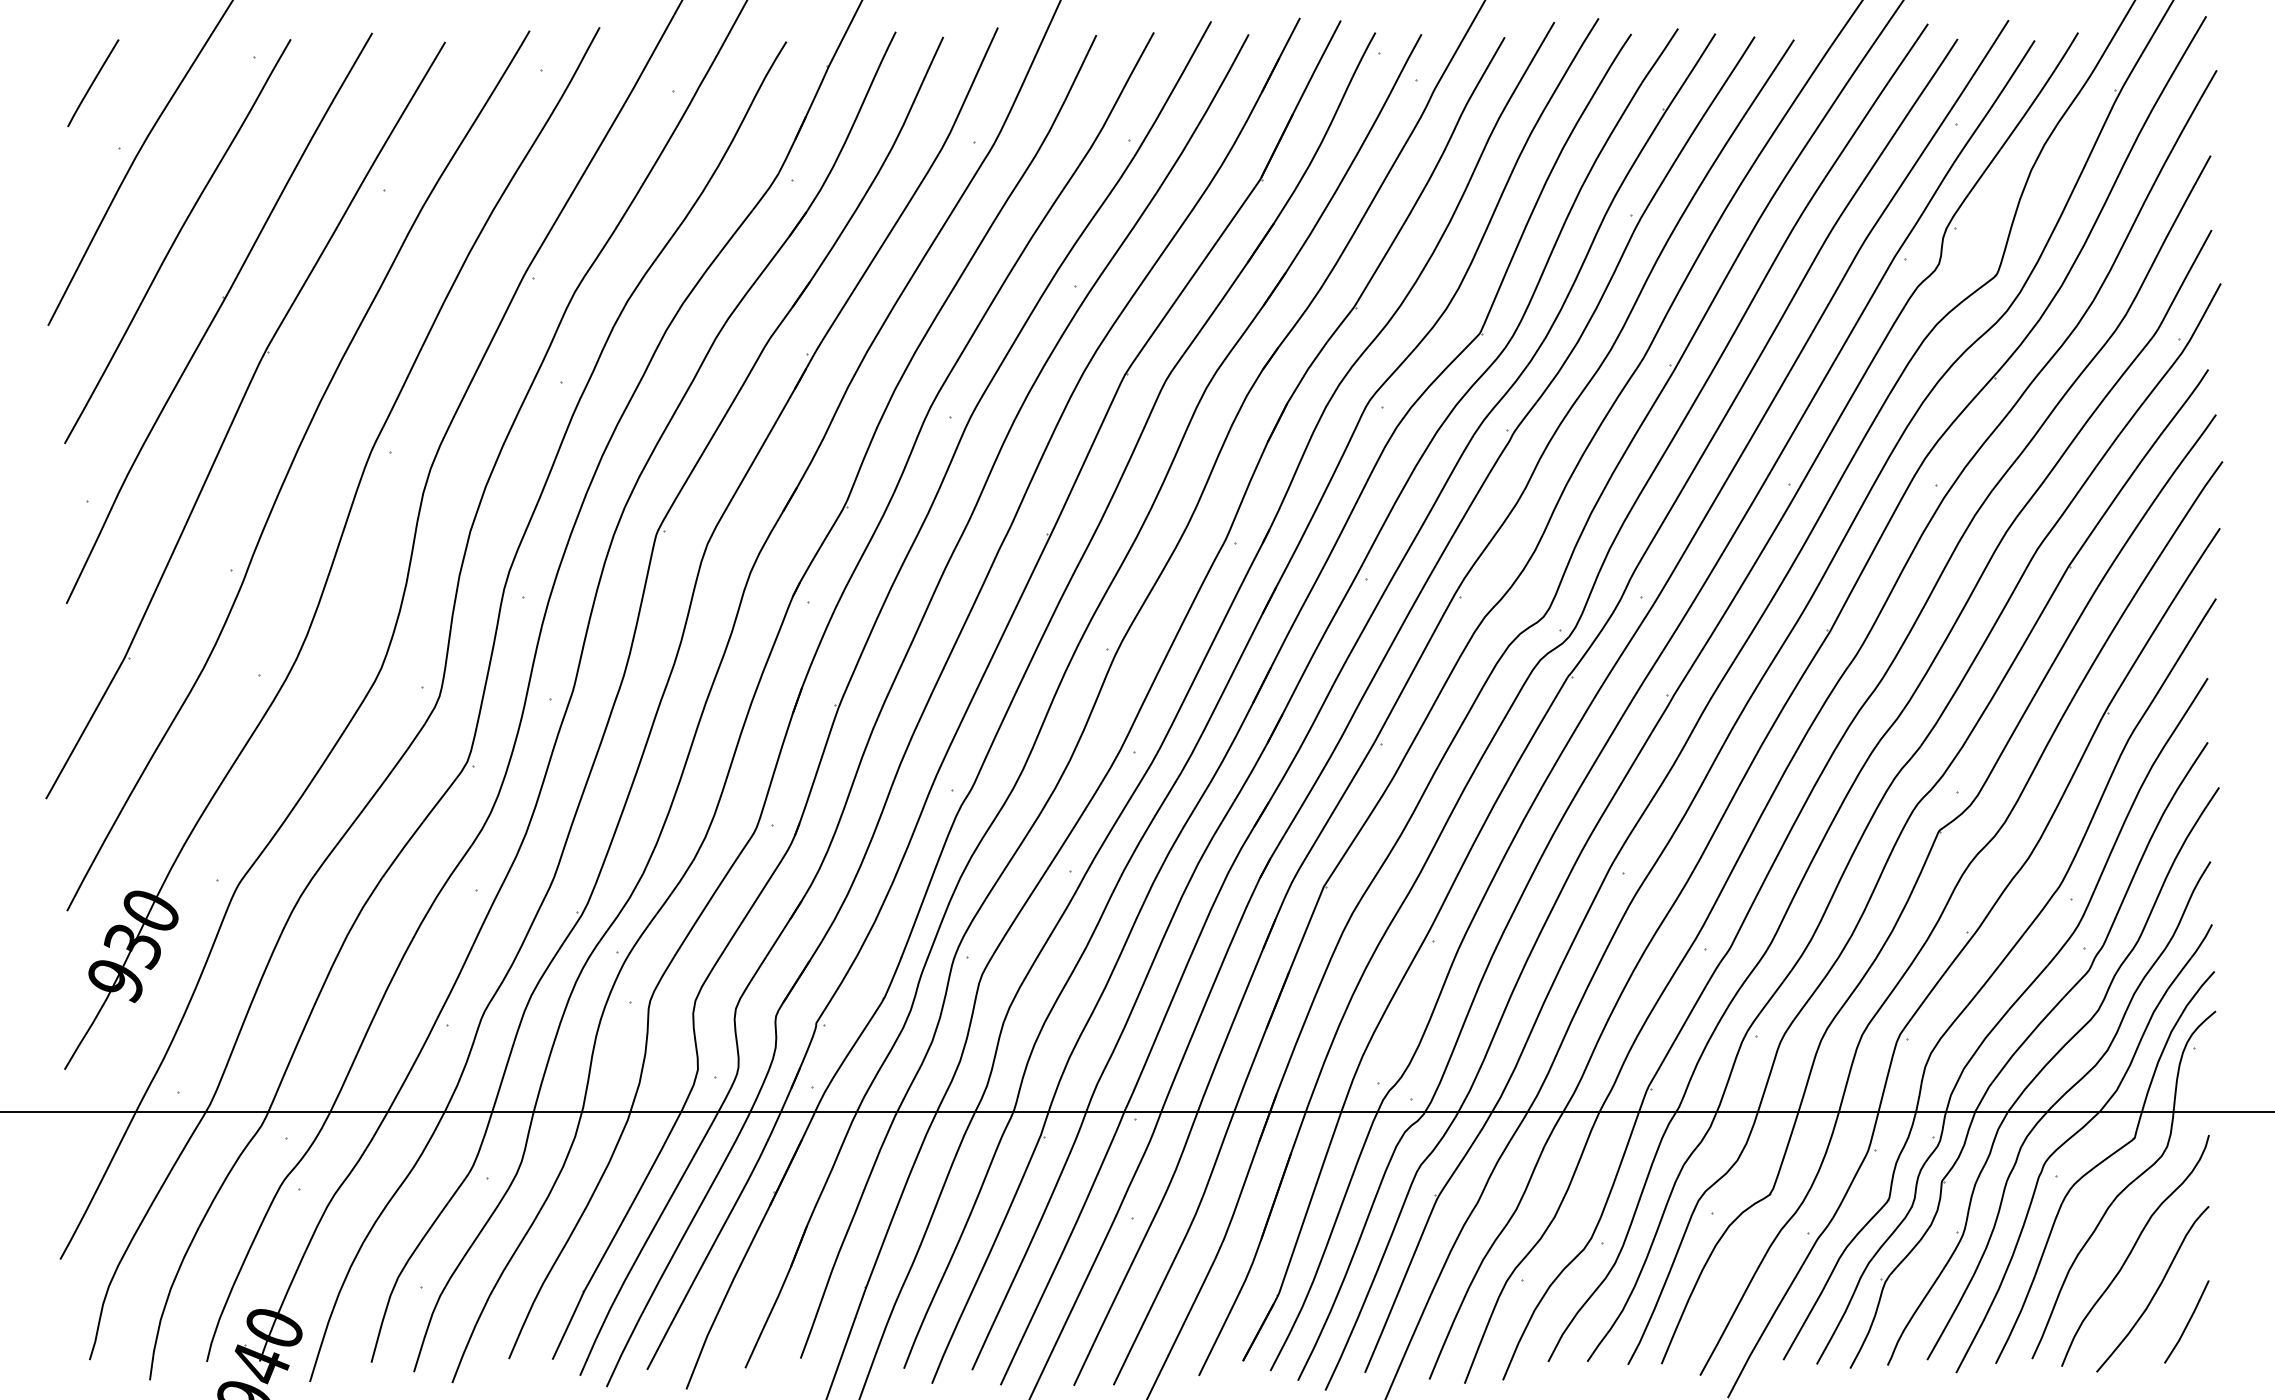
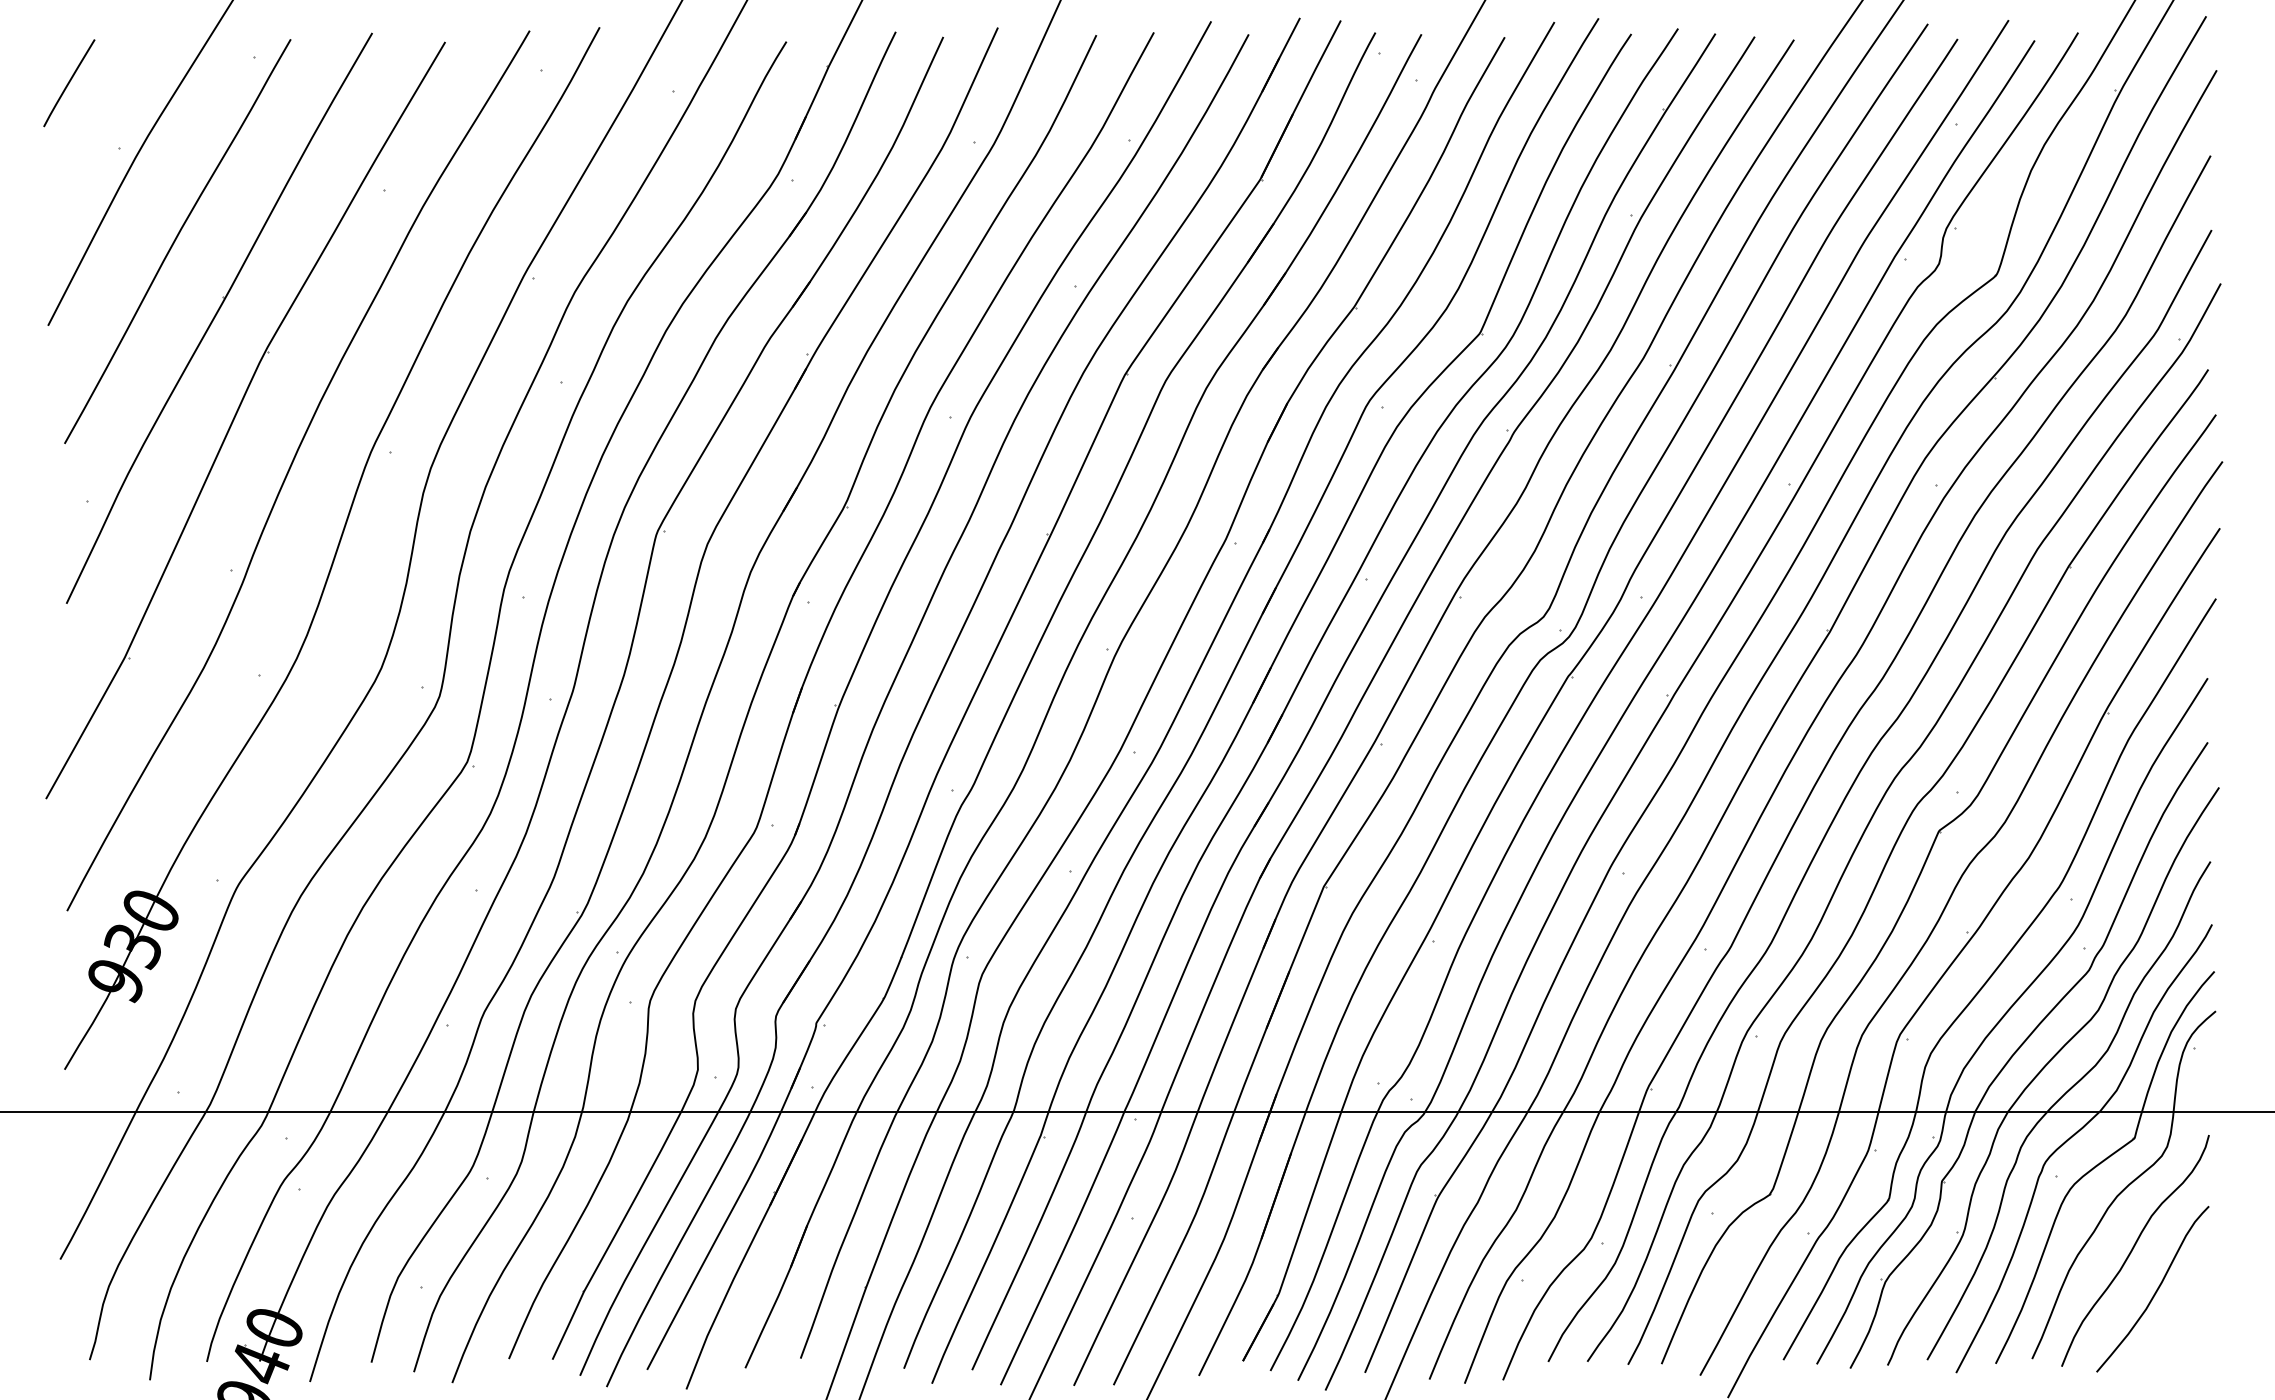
line at (93, 83) position: (93, 83) -> (69, 83)
line at (2187, 1322): present -> none
